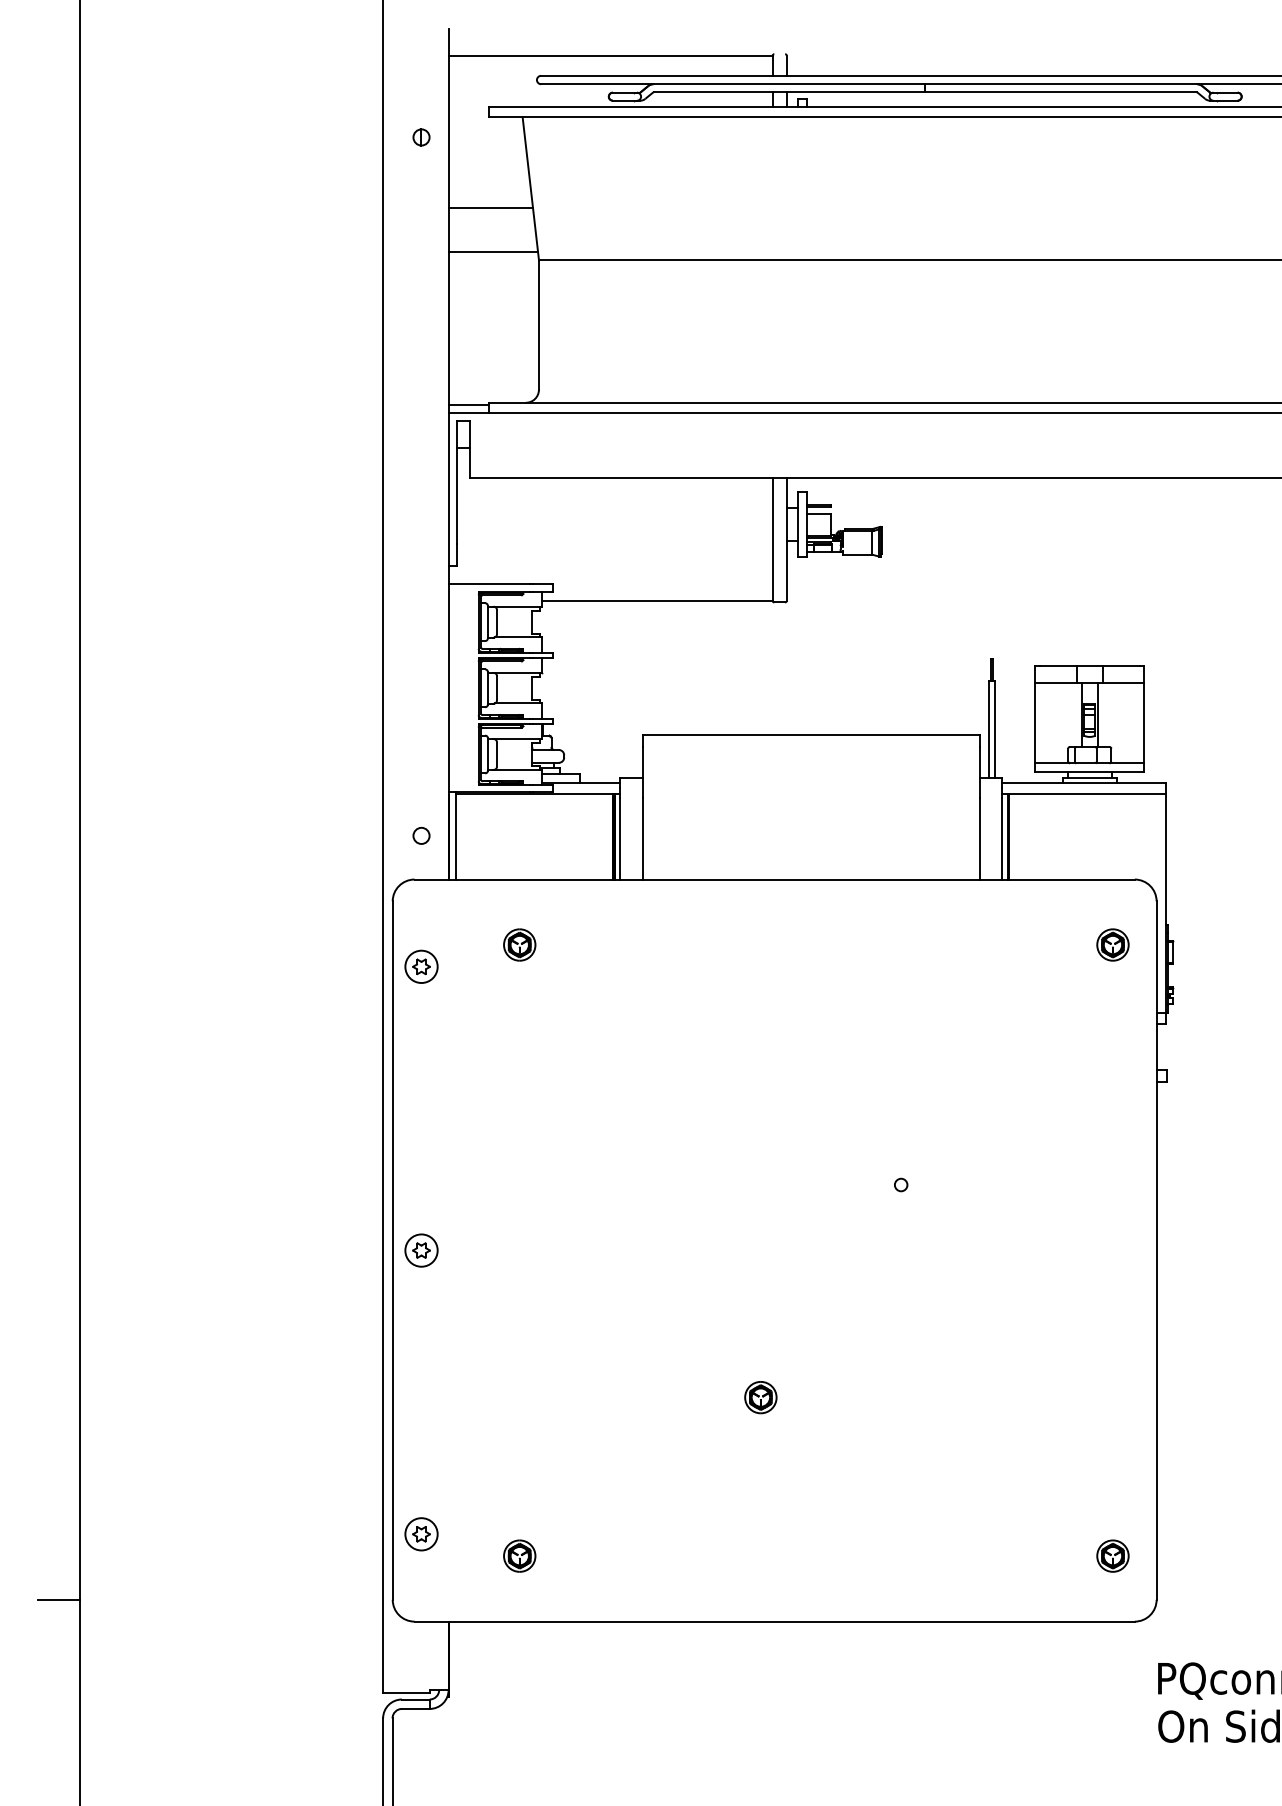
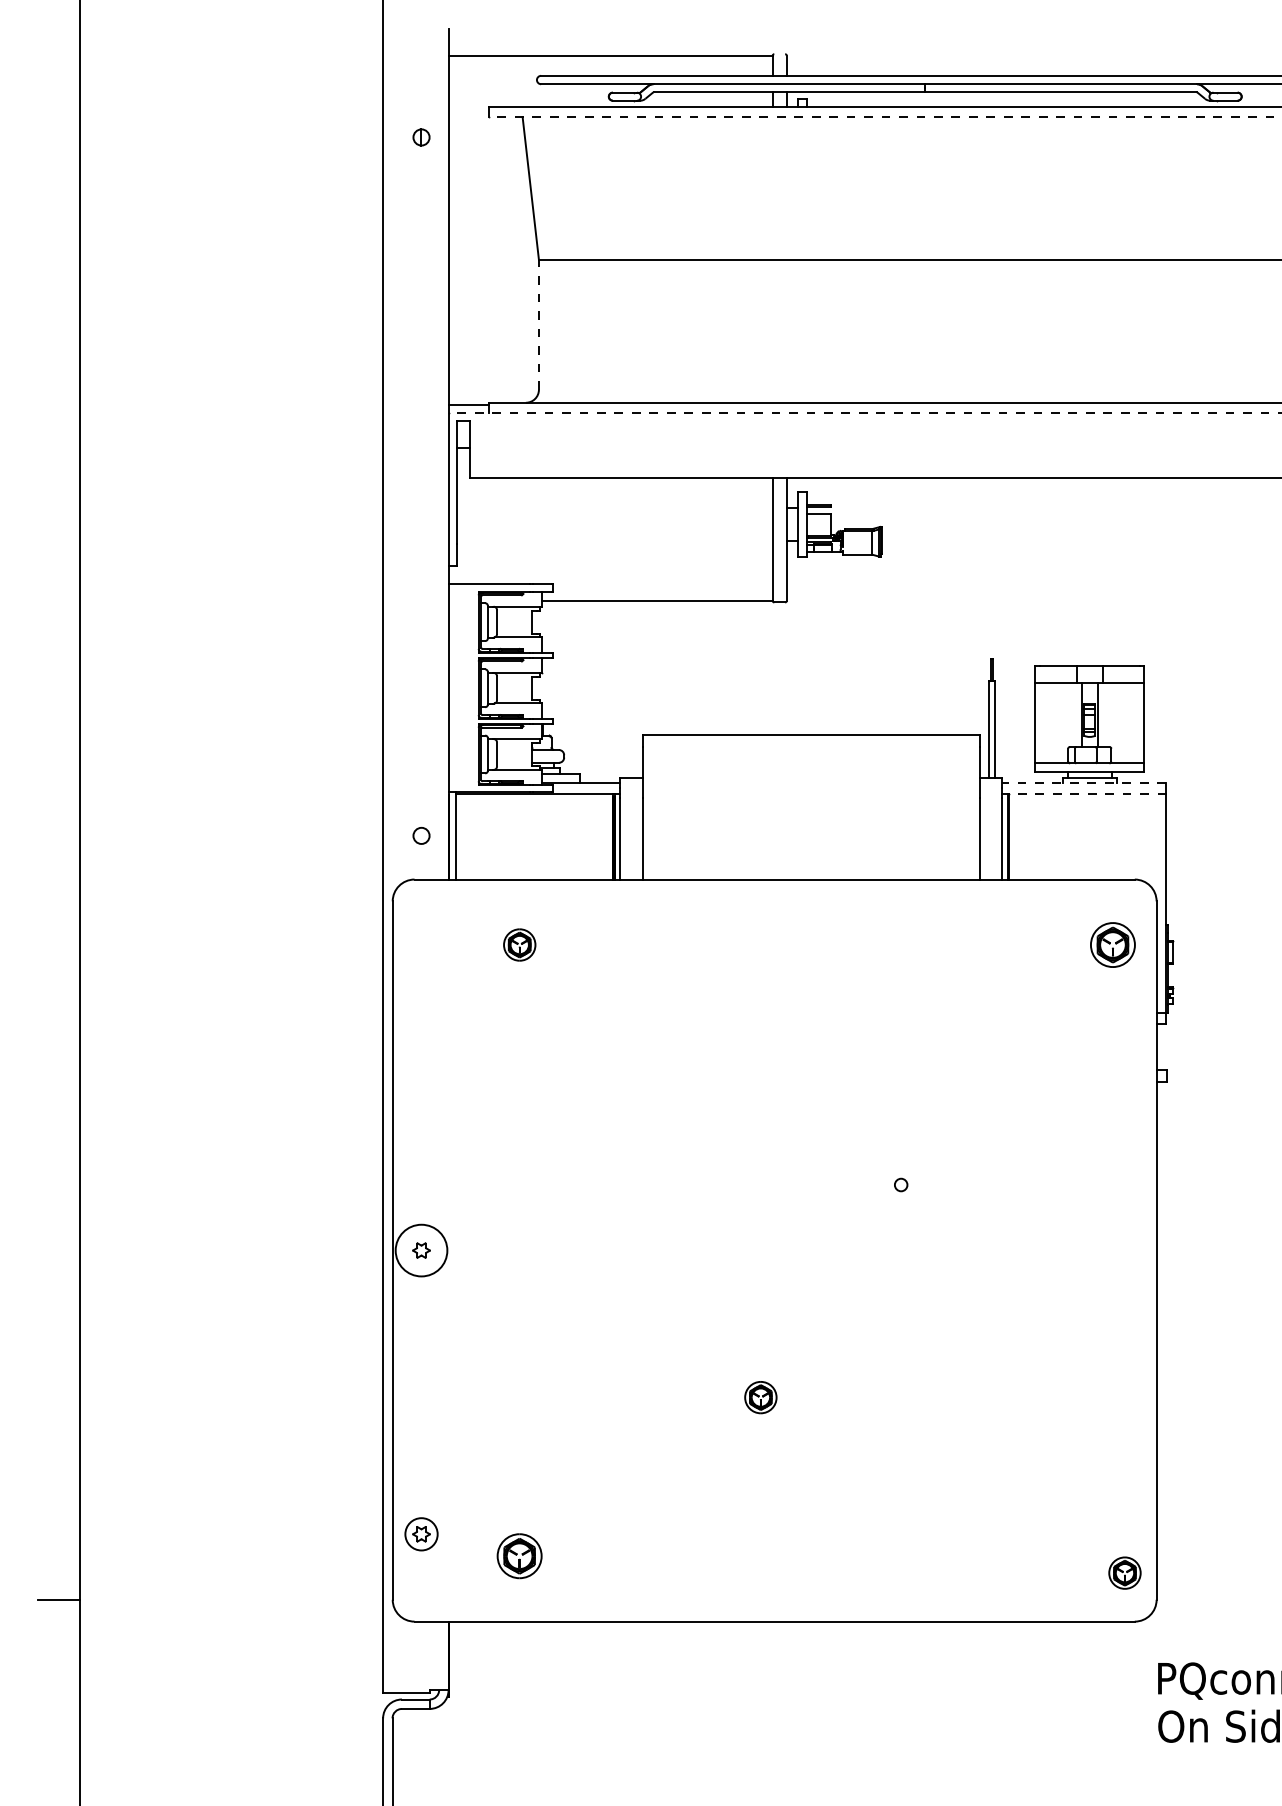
line at (885, 117): solid -> dashed
line at (490, 208): present -> none
line at (493, 251): present -> none
line at (538, 324): solid -> dashed
line at (864, 412): solid -> dashed
line at (1084, 783): solid -> dashed
line at (1087, 794): solid -> dashed
part at (1112, 944) size: 34x34 px -> 46x46 px
part at (421, 966): present -> none
circle at (421, 1250) diameter: 32 px -> 52 px
part at (519, 1555) size: 34x34 px -> 47x47 px
part at (1112, 1555) position: (1112, 1555) -> (1124, 1572)
